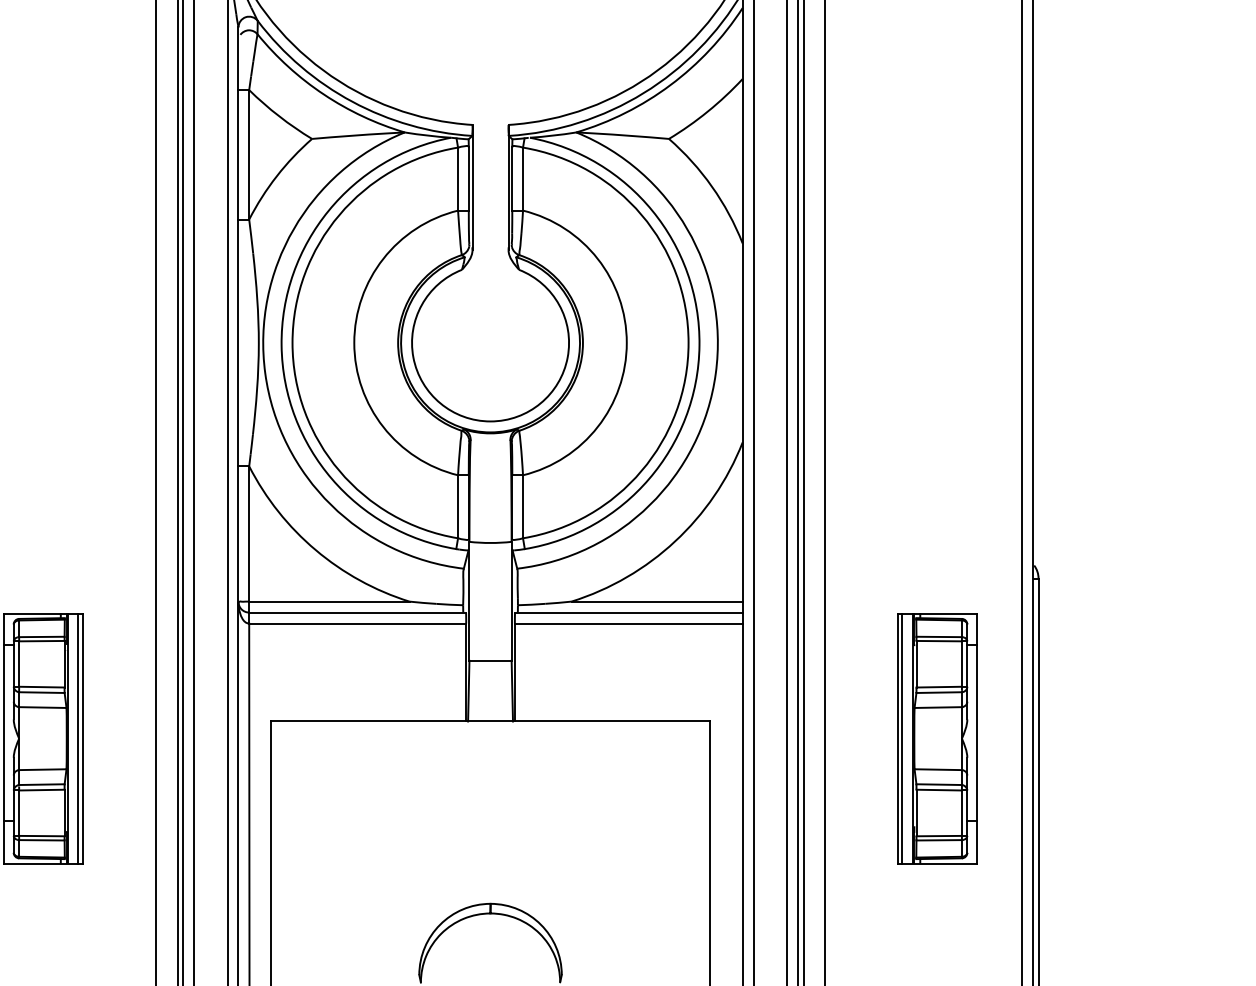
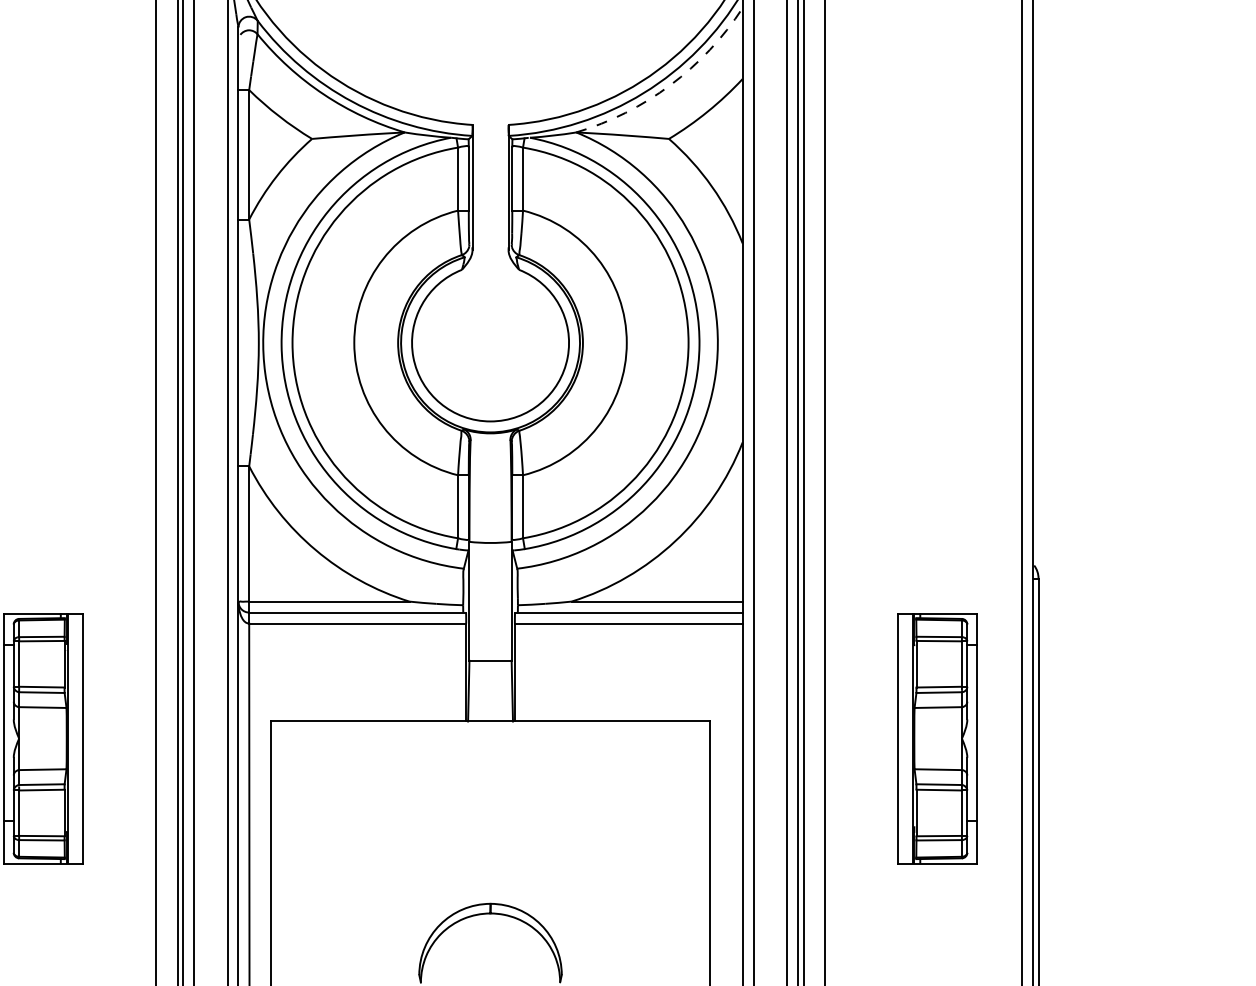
arc at (670, 85): solid -> dashed
line at (78, 738): present -> none
line at (901, 738): present -> none
